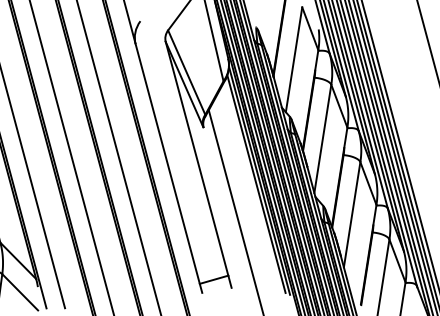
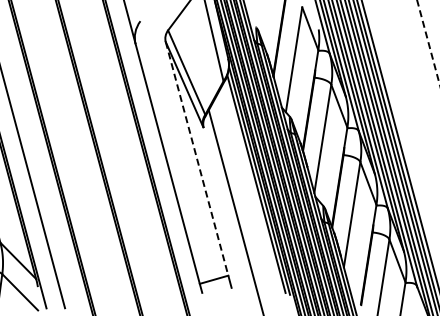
line at (428, 42): solid -> dashed
line at (71, 157): present -> none
line at (118, 157): present -> none
line at (197, 158): solid -> dashed
